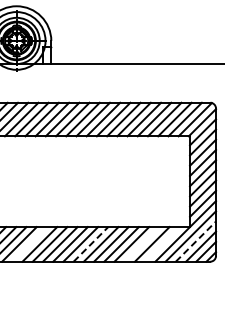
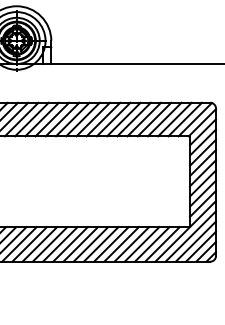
line at (196, 241): dashed -> solid
line at (29, 244): none -> present
line at (90, 244): dashed -> solid
line at (141, 244): none -> present
line at (162, 244): none -> present
